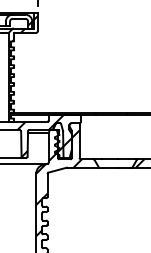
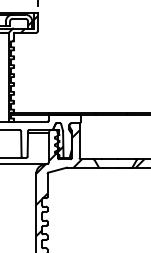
hatch at (44, 135): present -> none
